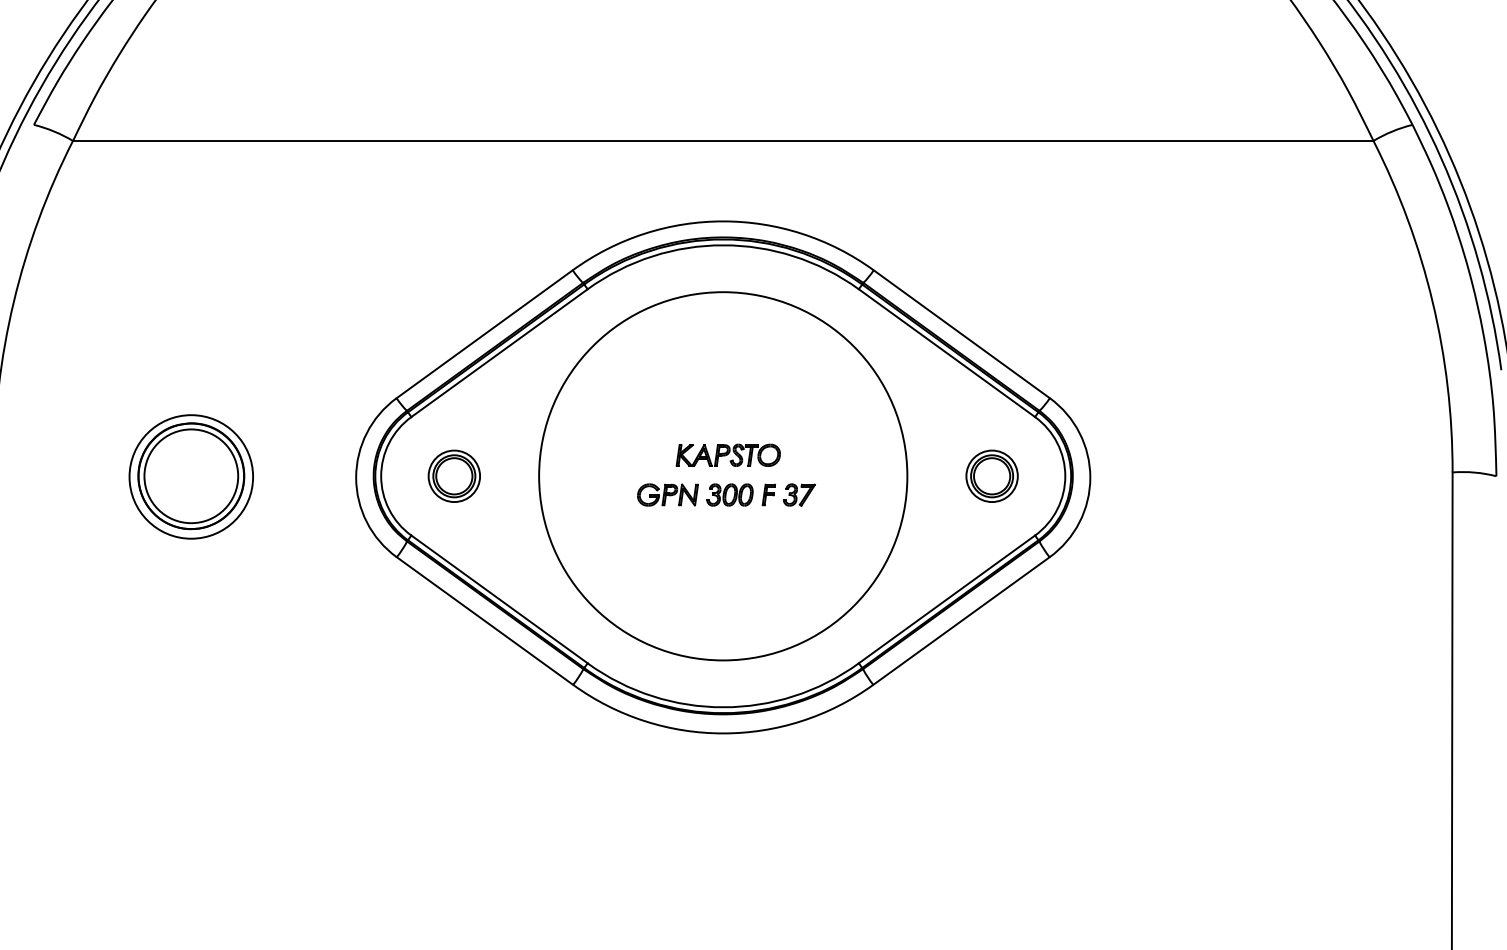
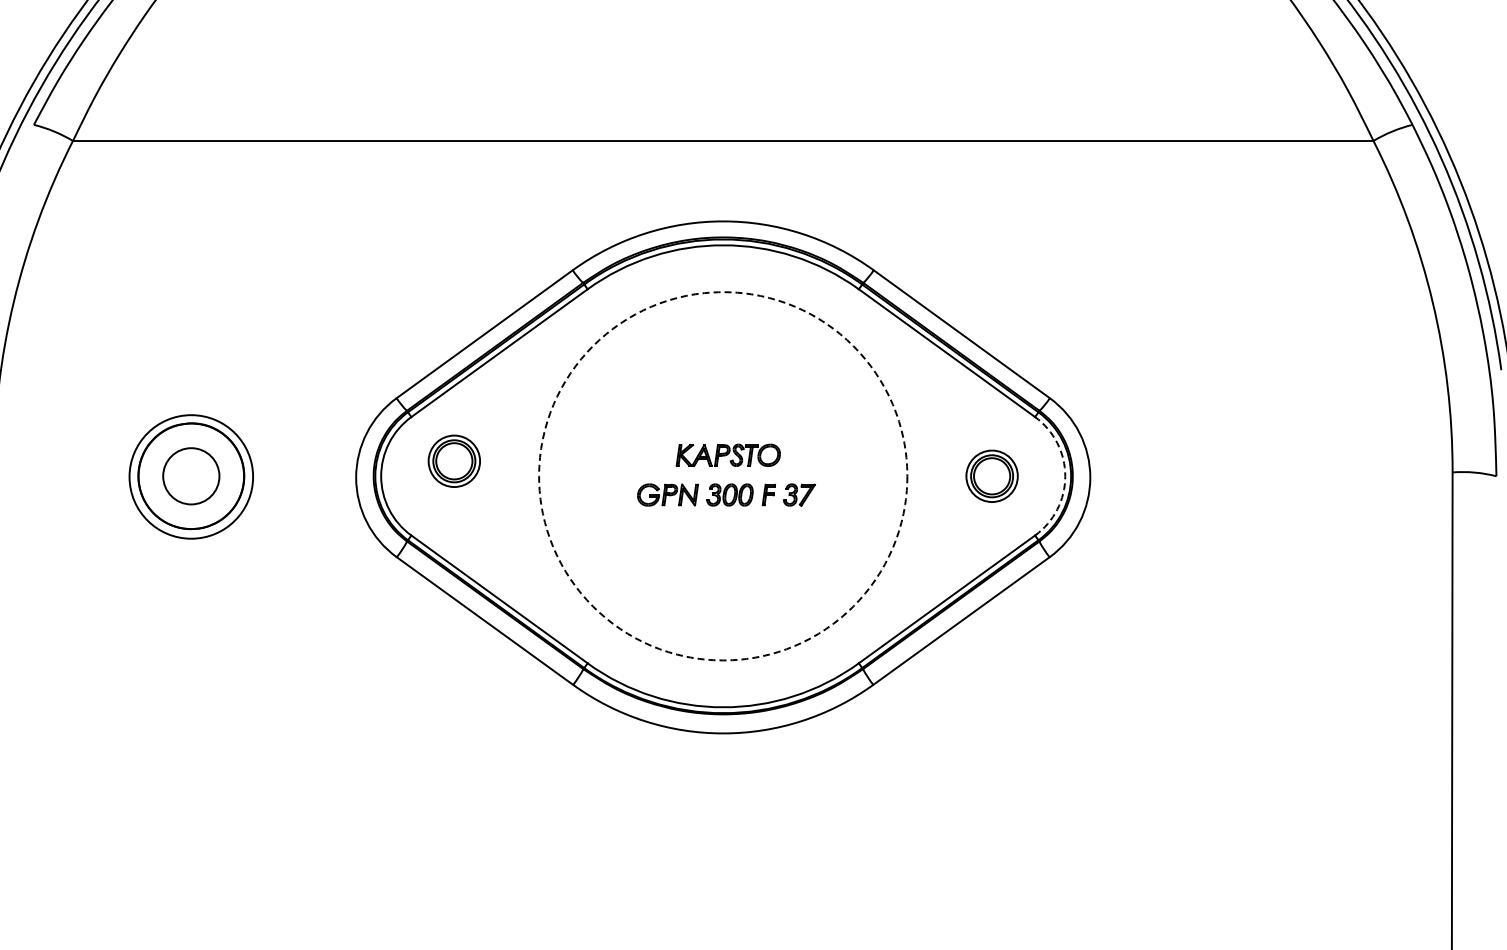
part at (453, 475) position: (453, 475) -> (453, 460)
circle at (191, 476) diameter: 94 px -> 56 px
circle at (723, 476): solid -> dashed
arc at (1065, 476): solid -> dashed
